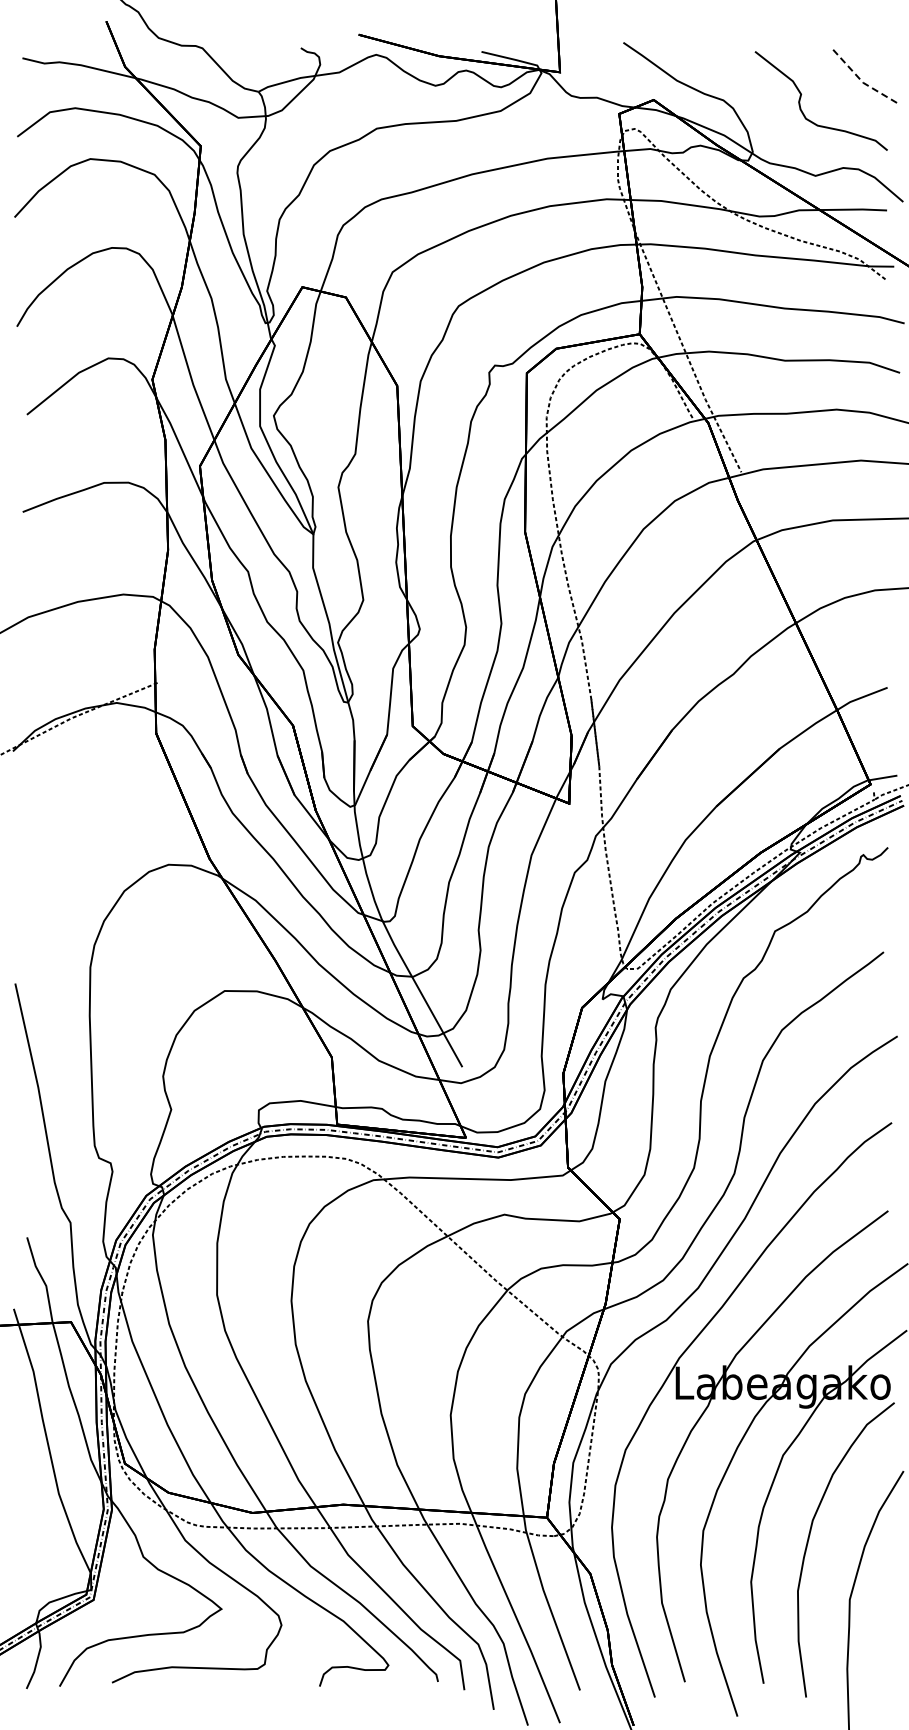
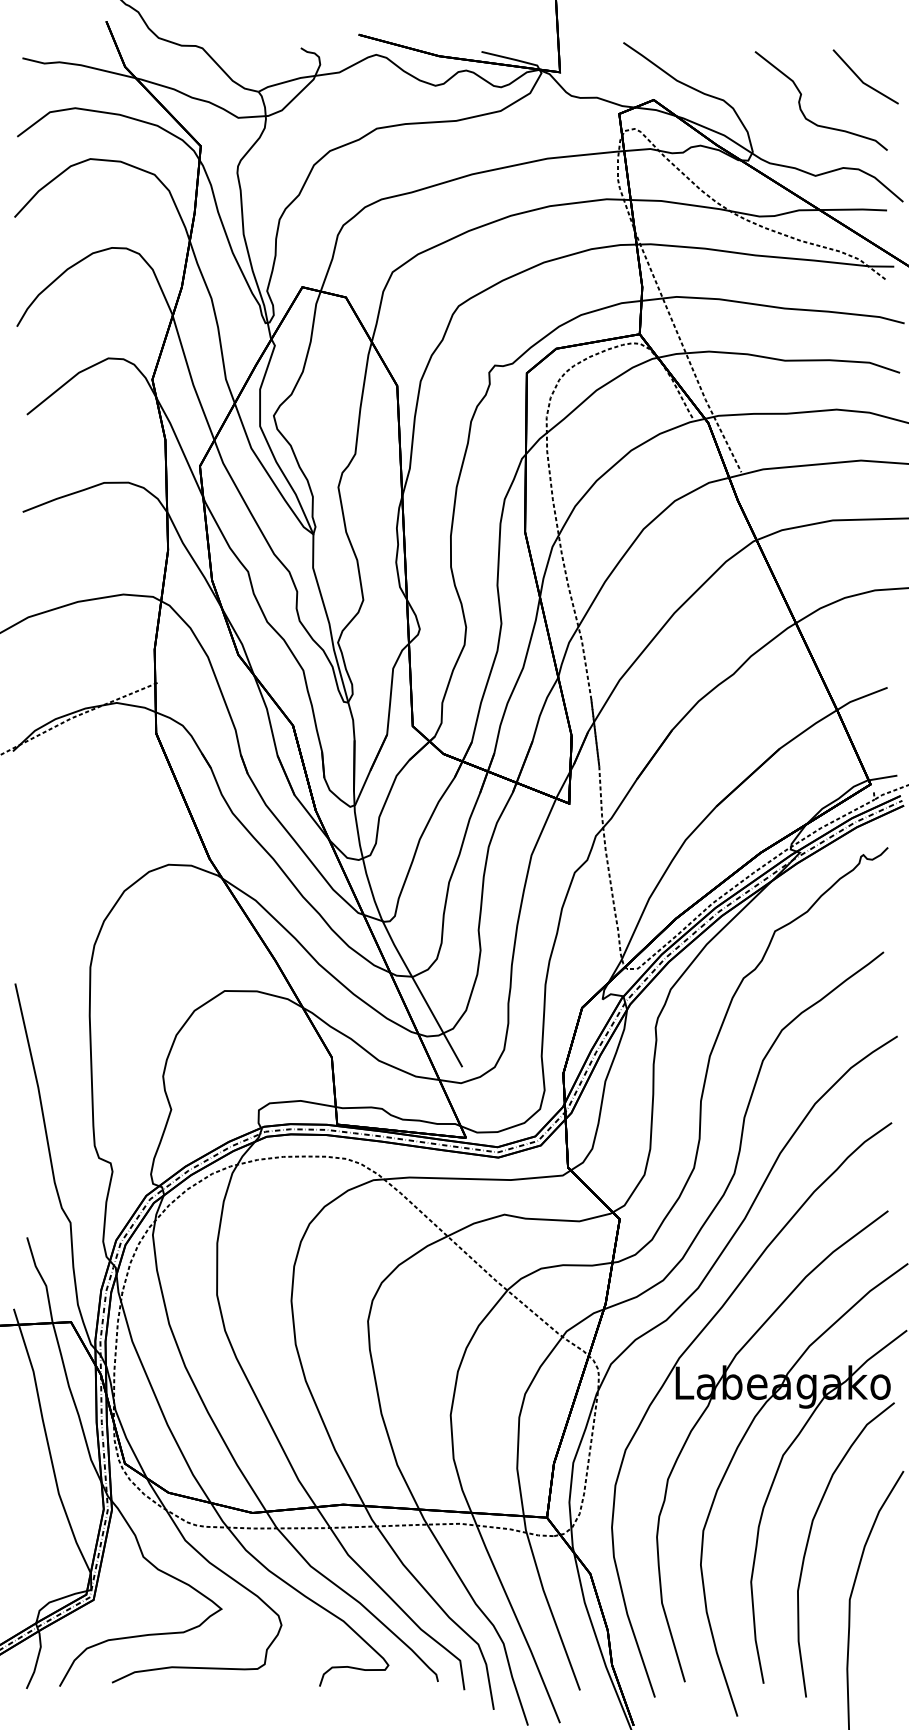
line at (862, 82): dashed -> solid
